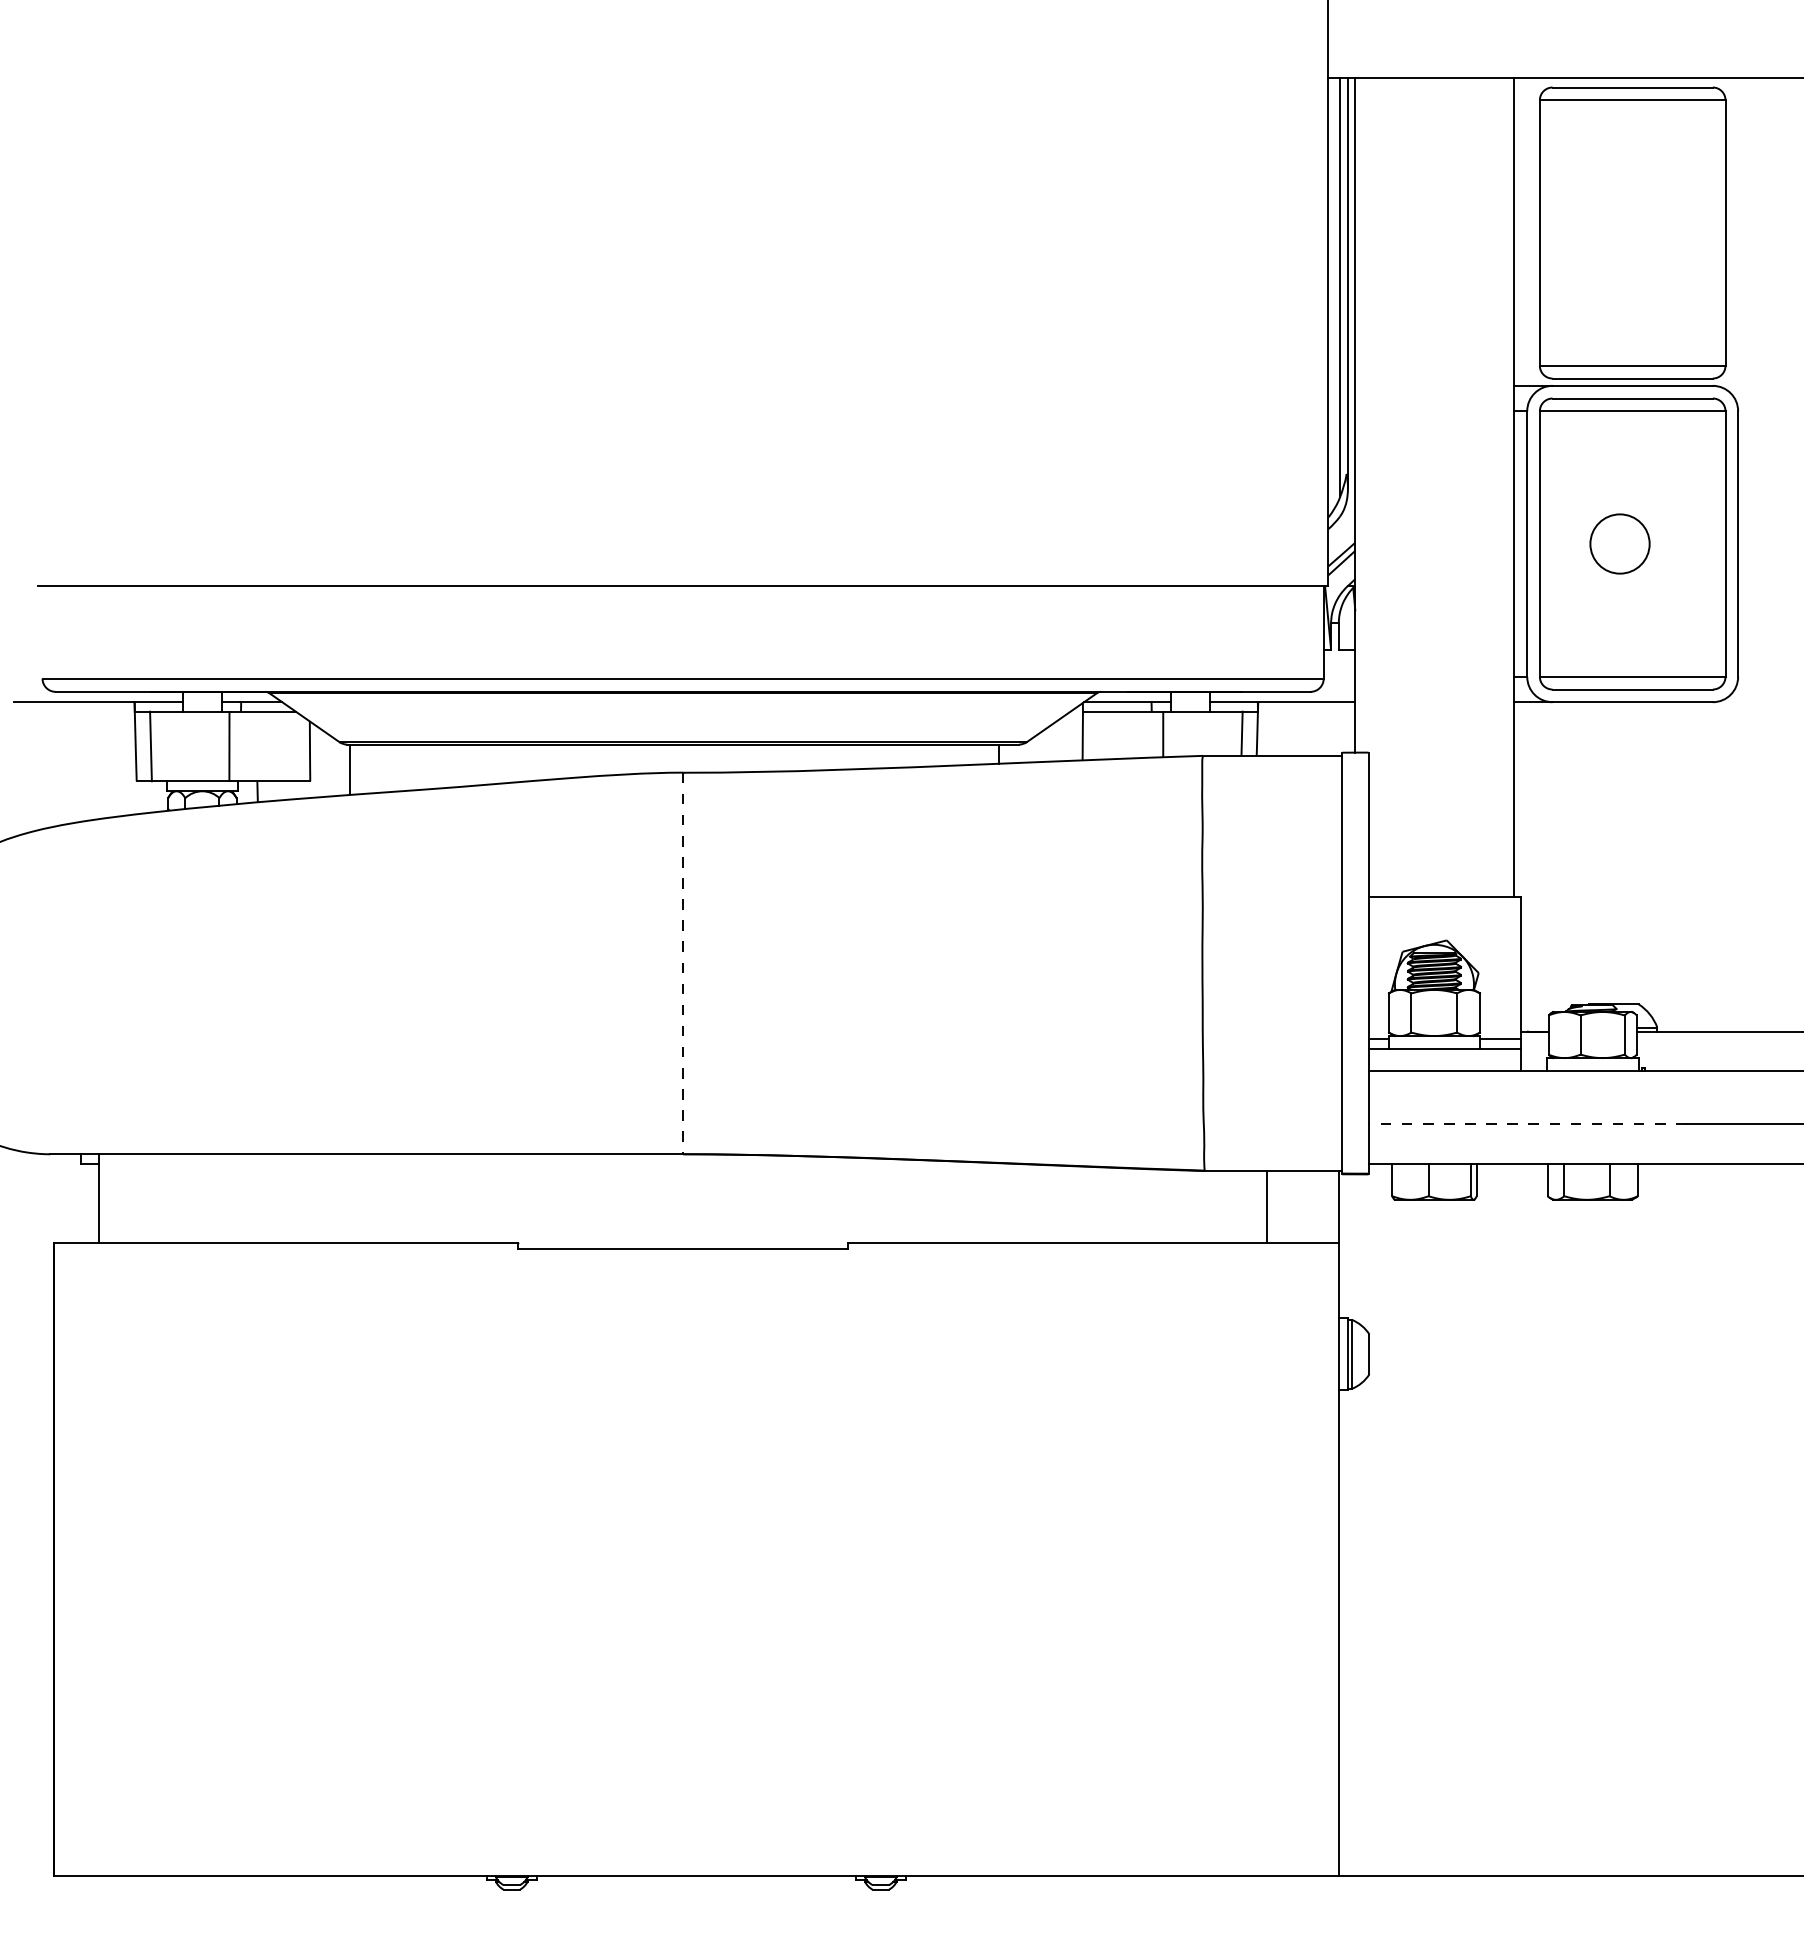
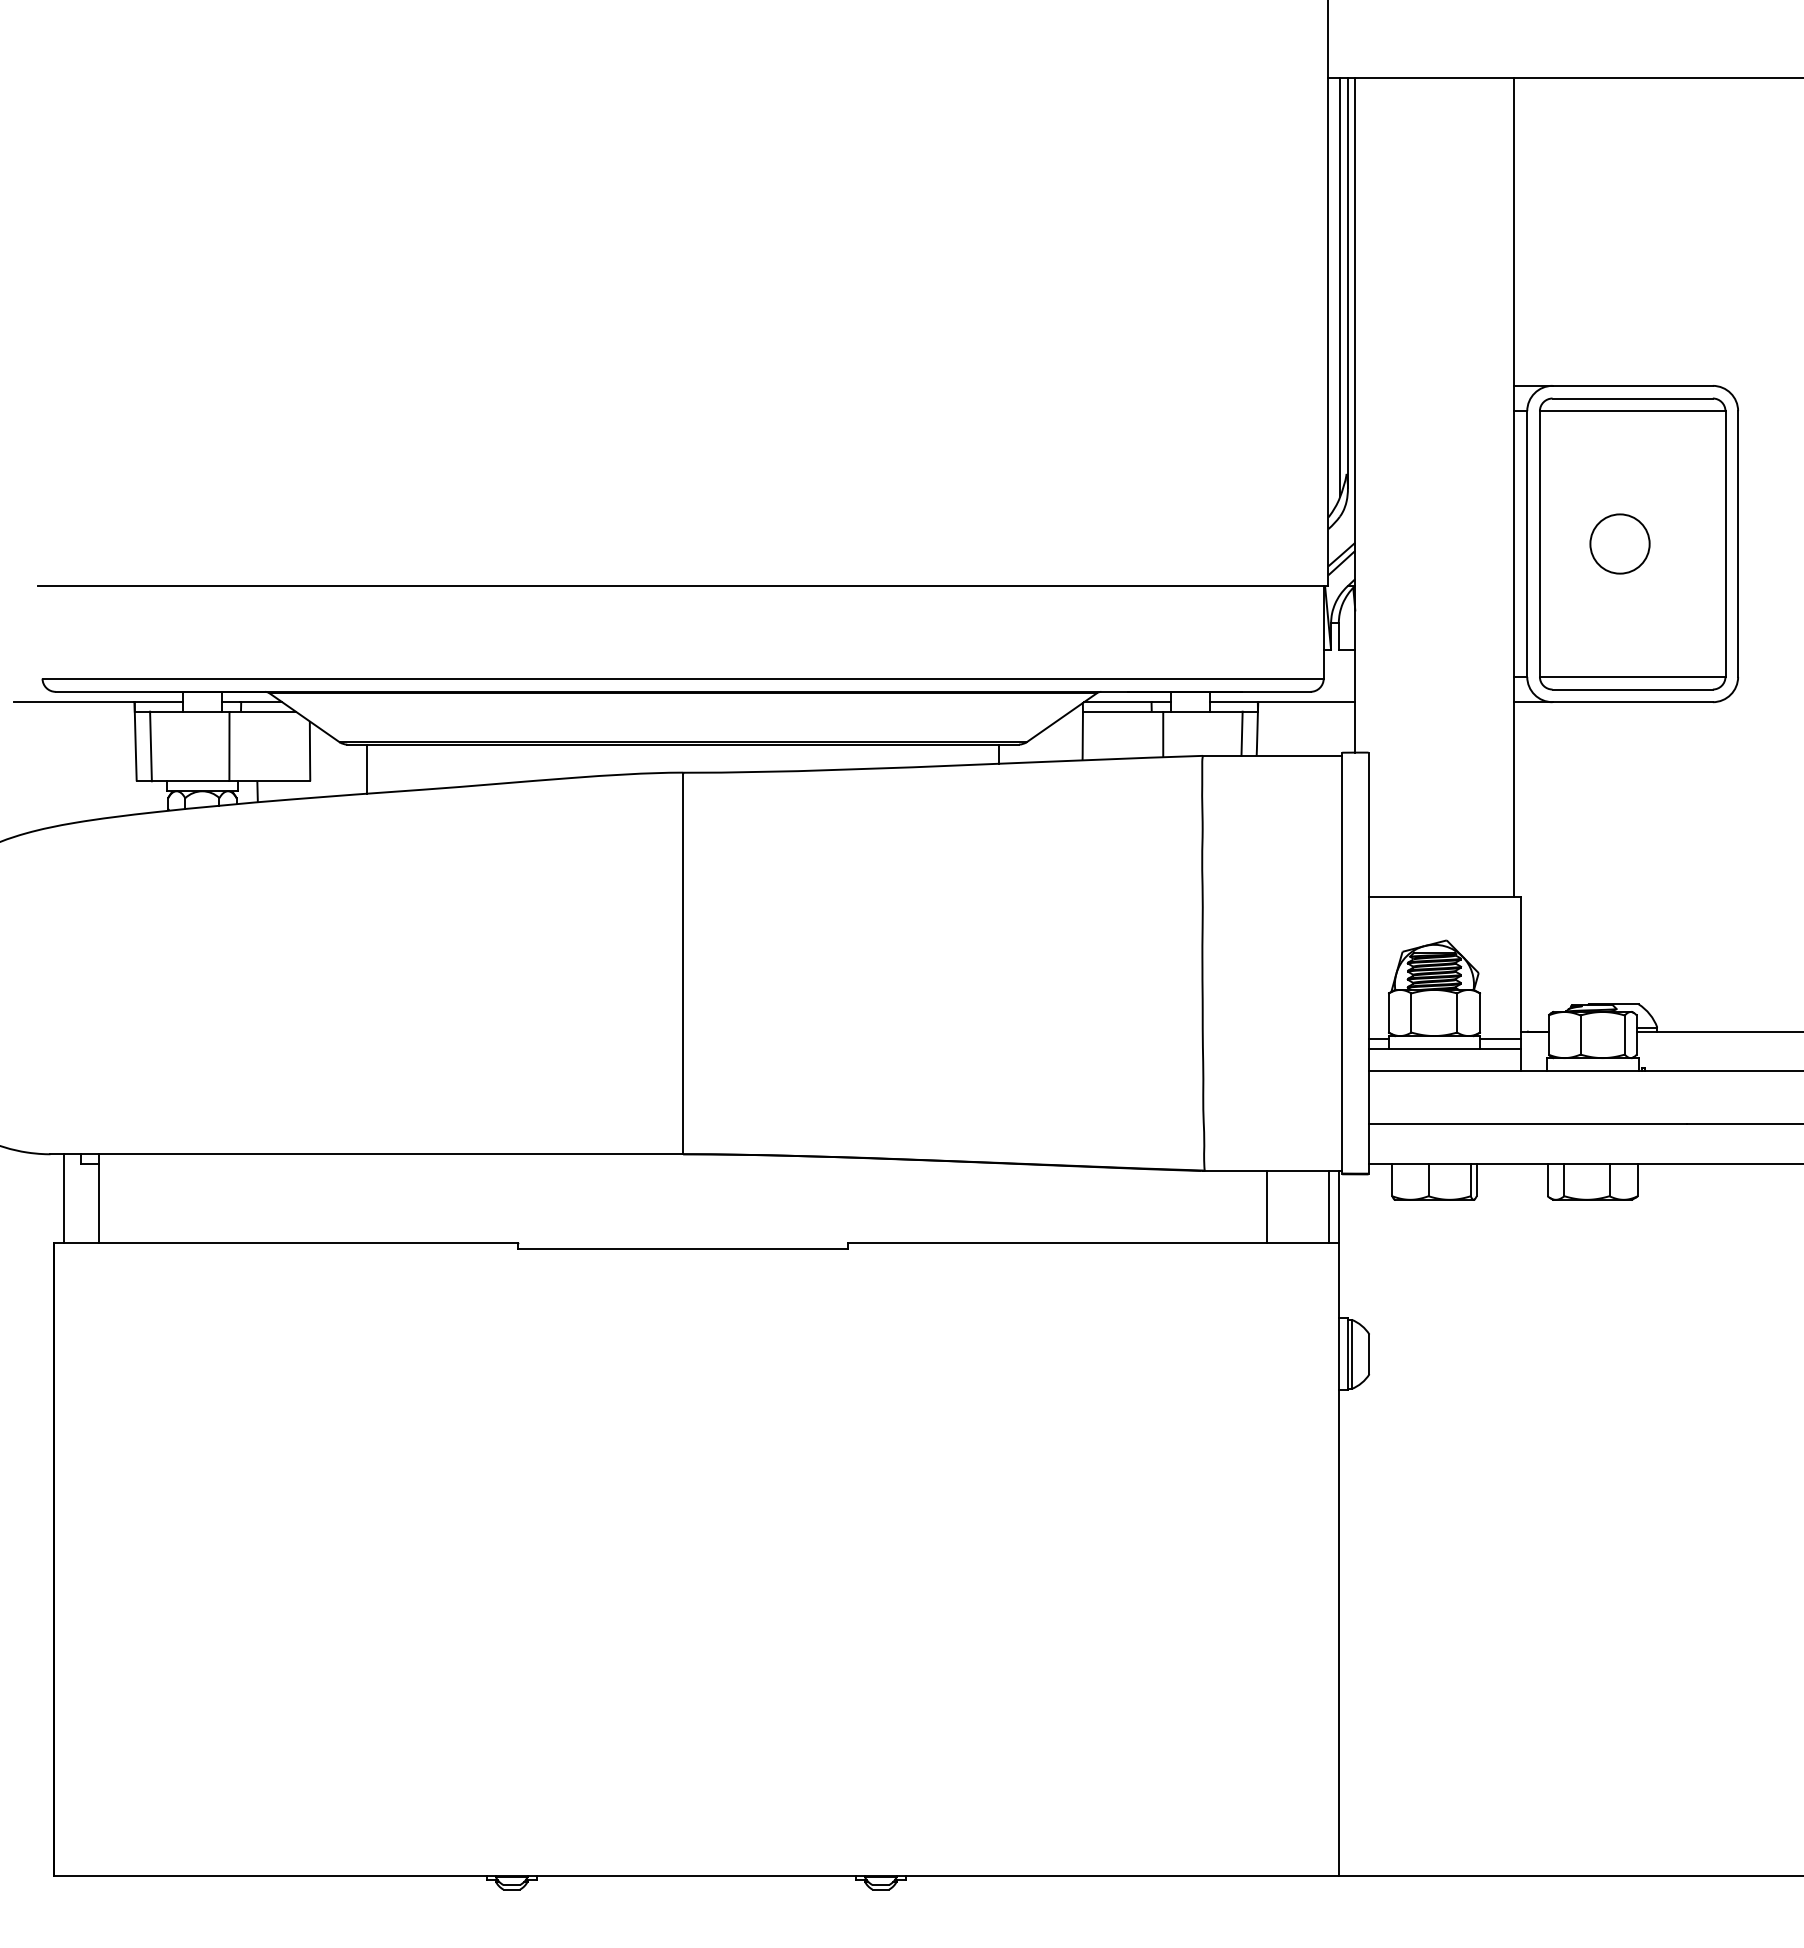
part at (1632, 232): present -> none
line at (349, 768) position: (349, 768) -> (366, 768)
line at (683, 963): dashed -> solid
line at (1527, 1124): dashed -> solid
line at (63, 1198): none -> present
line at (1329, 1206): none -> present
